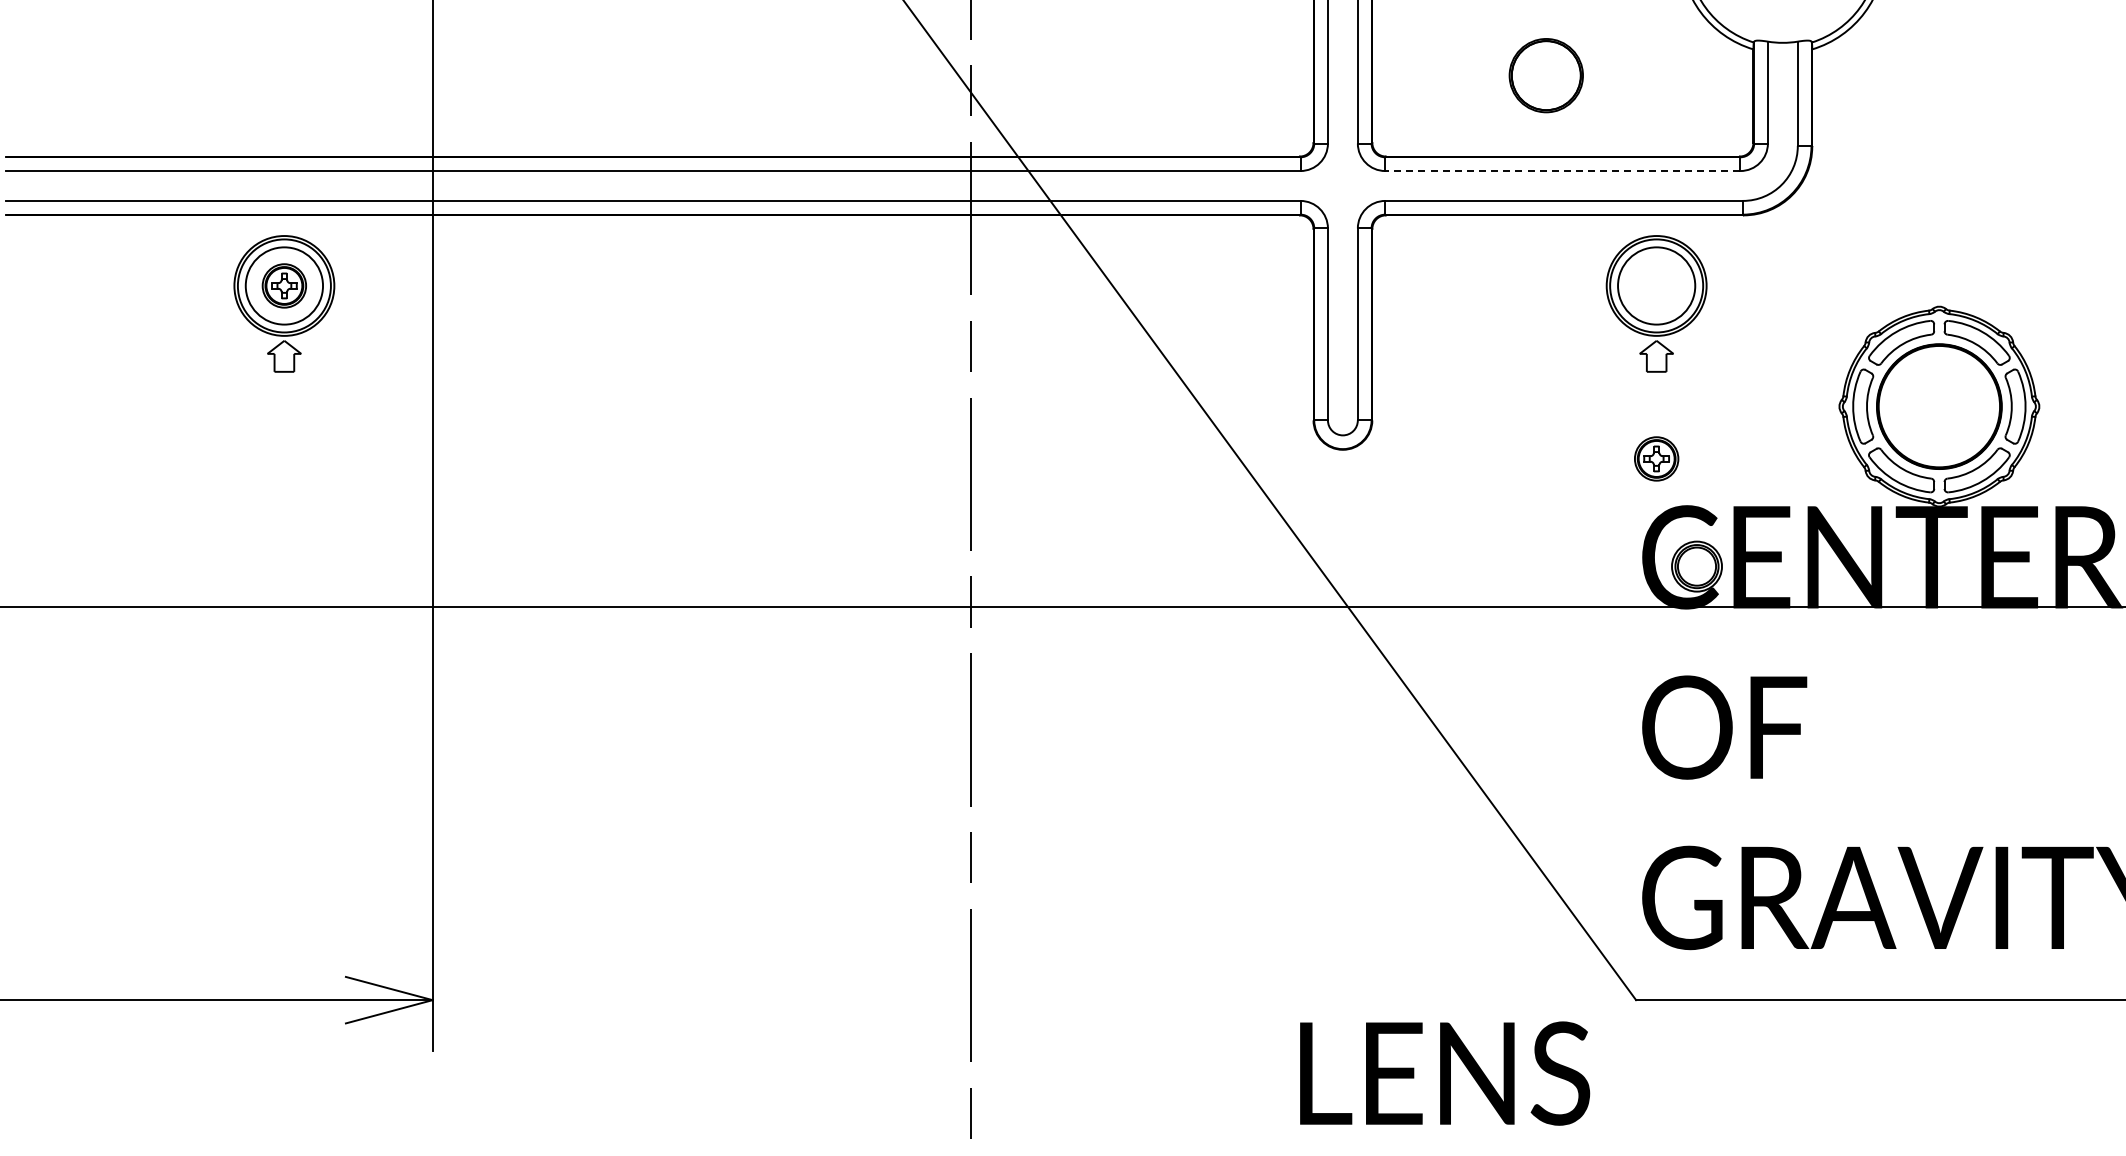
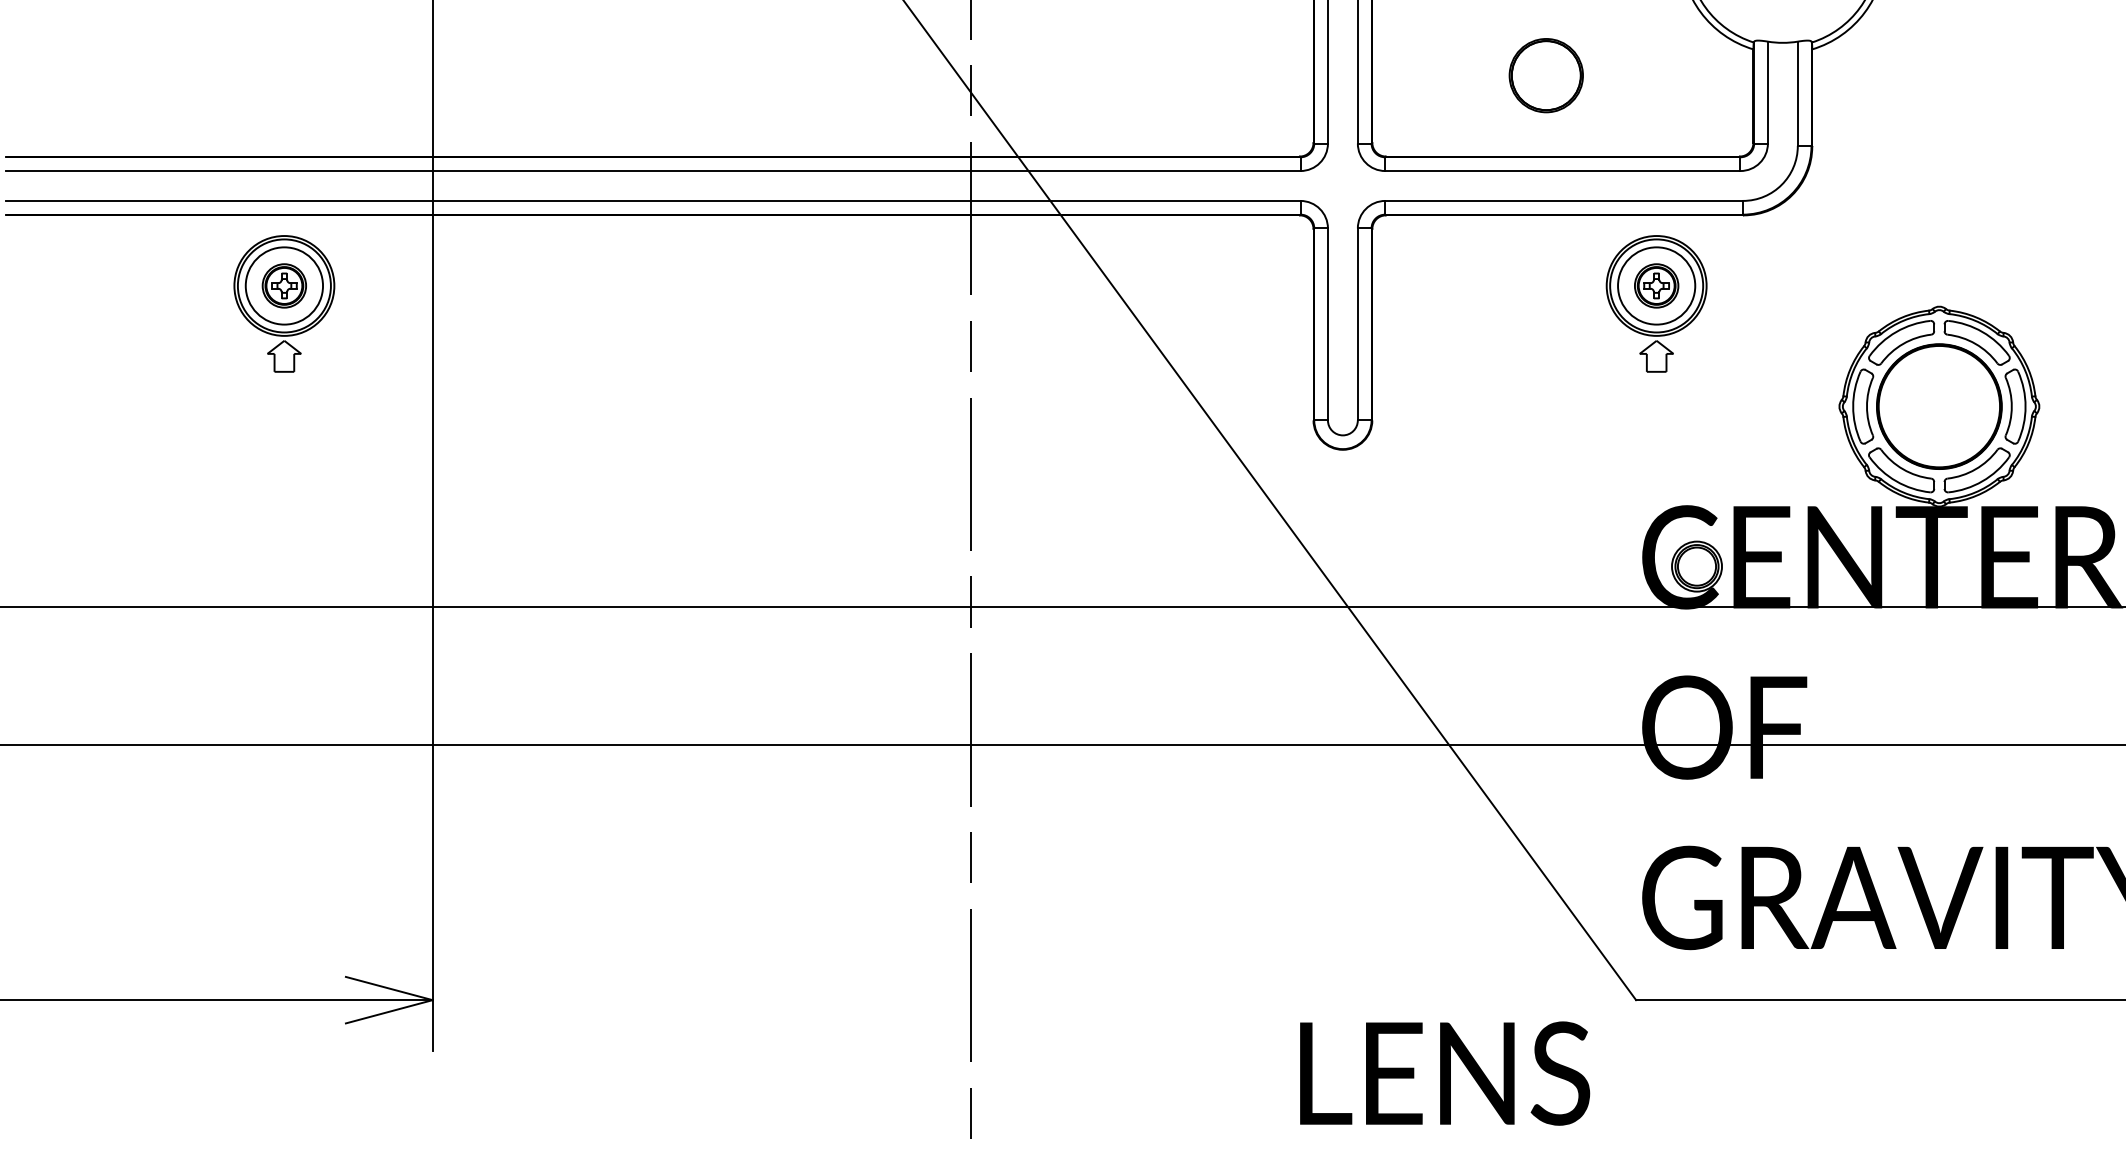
line at (1562, 171): dashed -> solid
part at (1656, 458) position: (1656, 458) -> (1656, 285)
line at (1062, 744): none -> present
